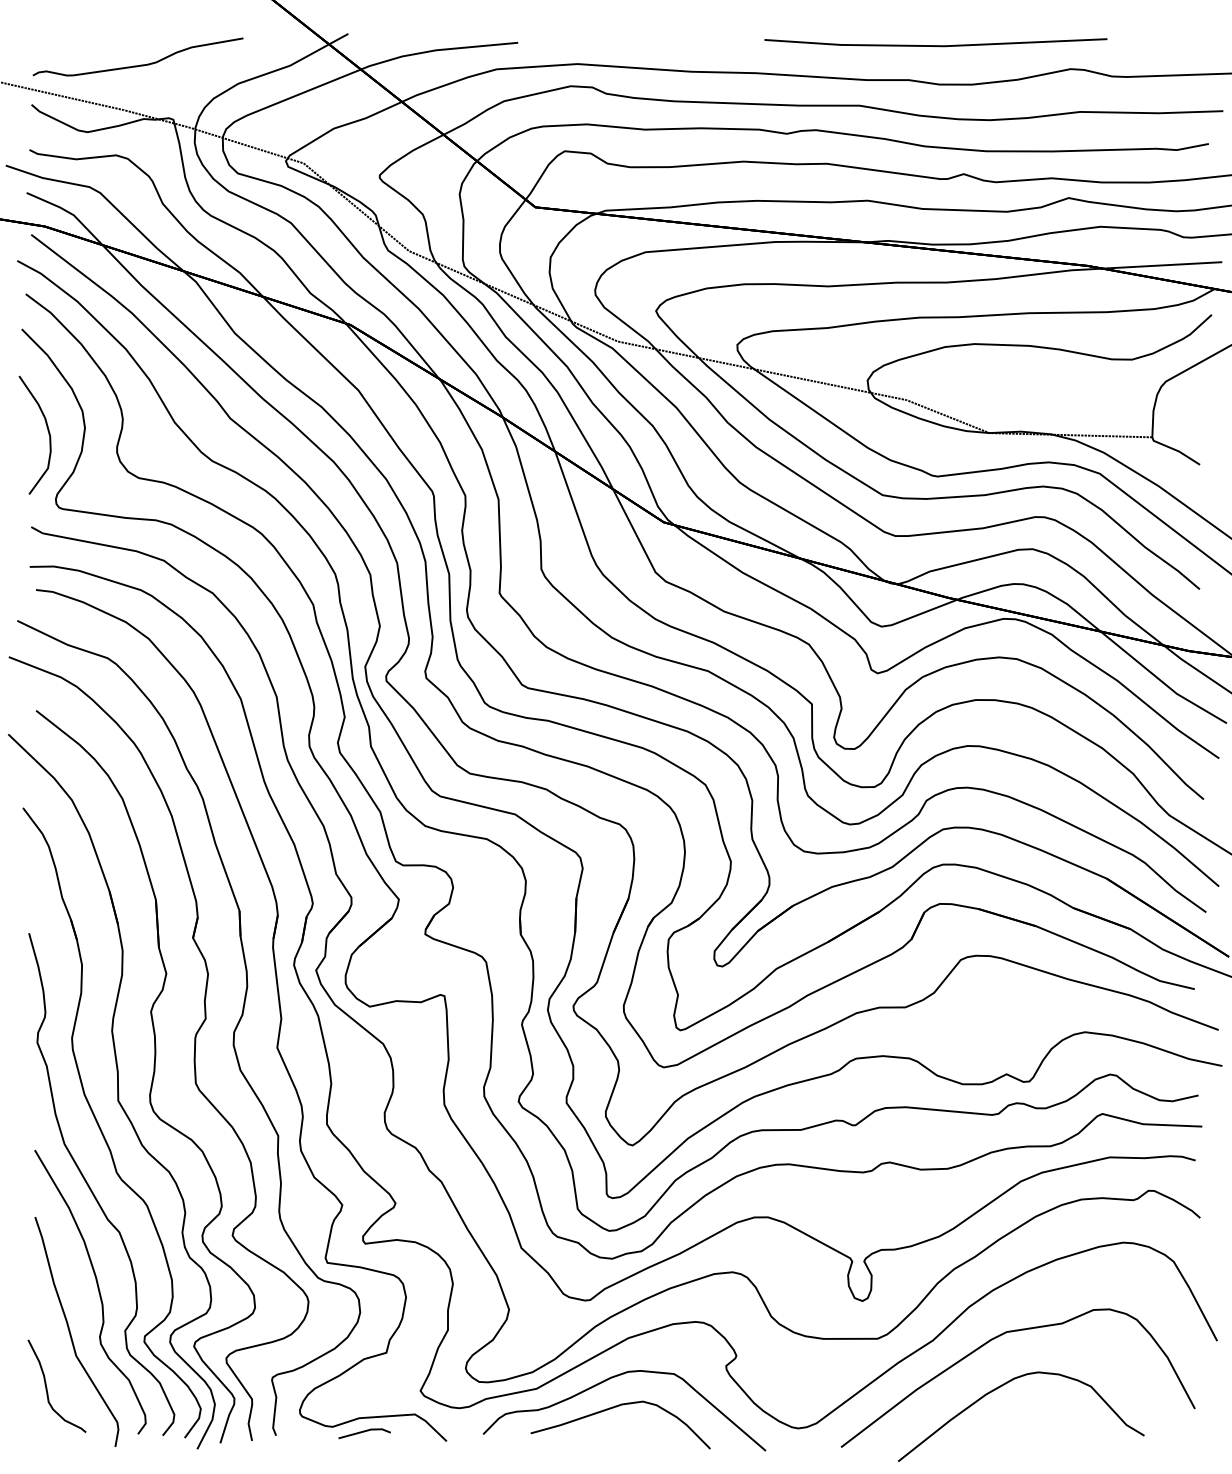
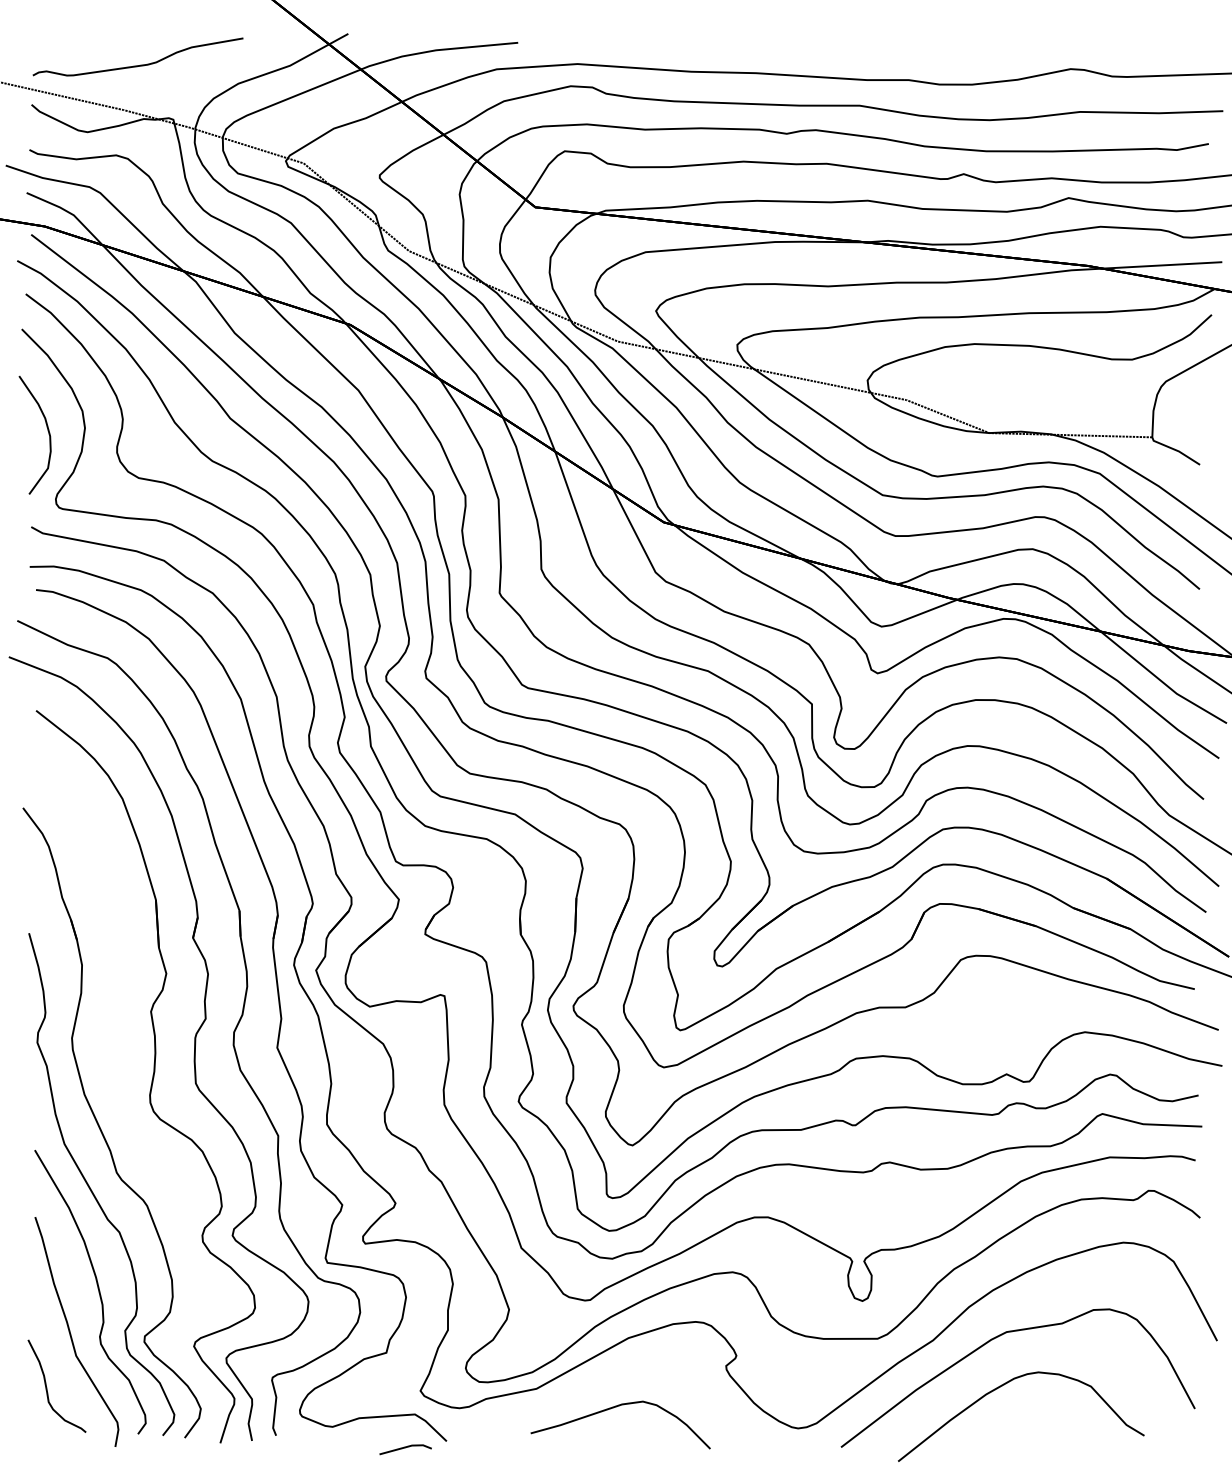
line at (935, 45): present -> none
part at (111, 1091): present -> none
curve at (608, 1380): present -> none
line at (364, 1432) position: (364, 1432) -> (405, 1448)
